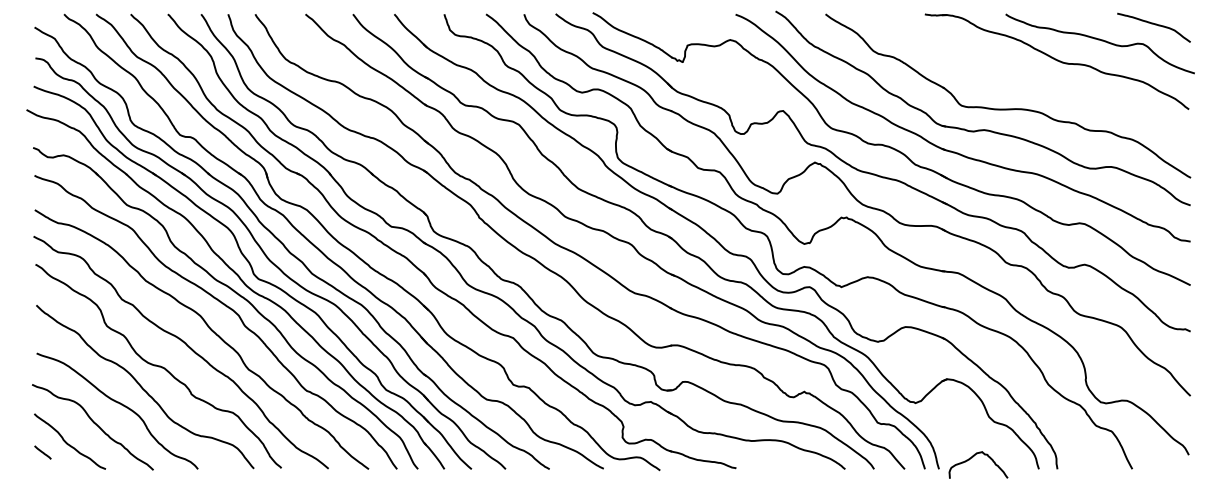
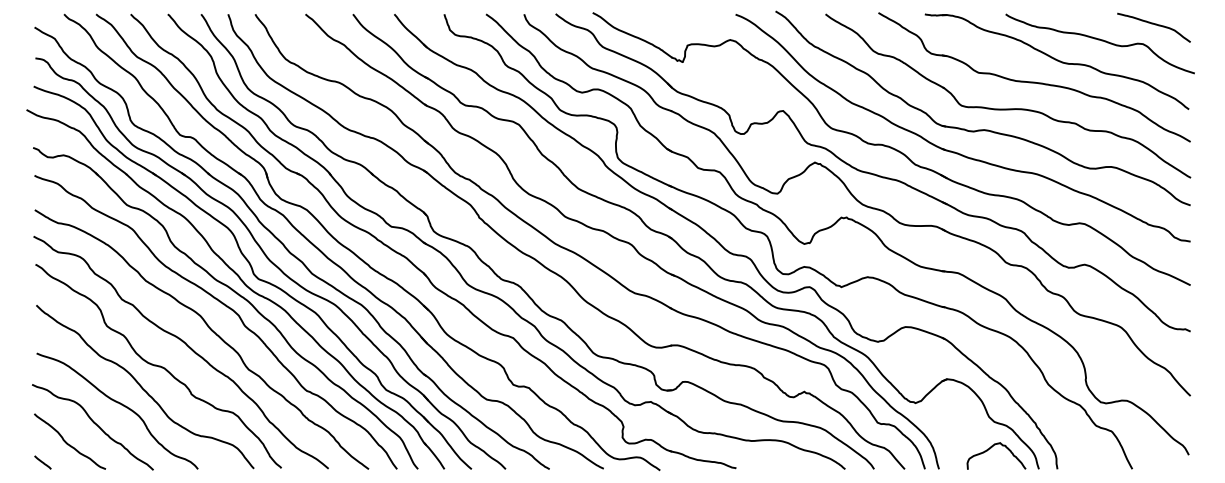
part at (1034, 77): none -> present
line at (42, 452) position: (42, 452) -> (42, 462)
curve at (972, 458) position: (972, 458) -> (990, 449)
